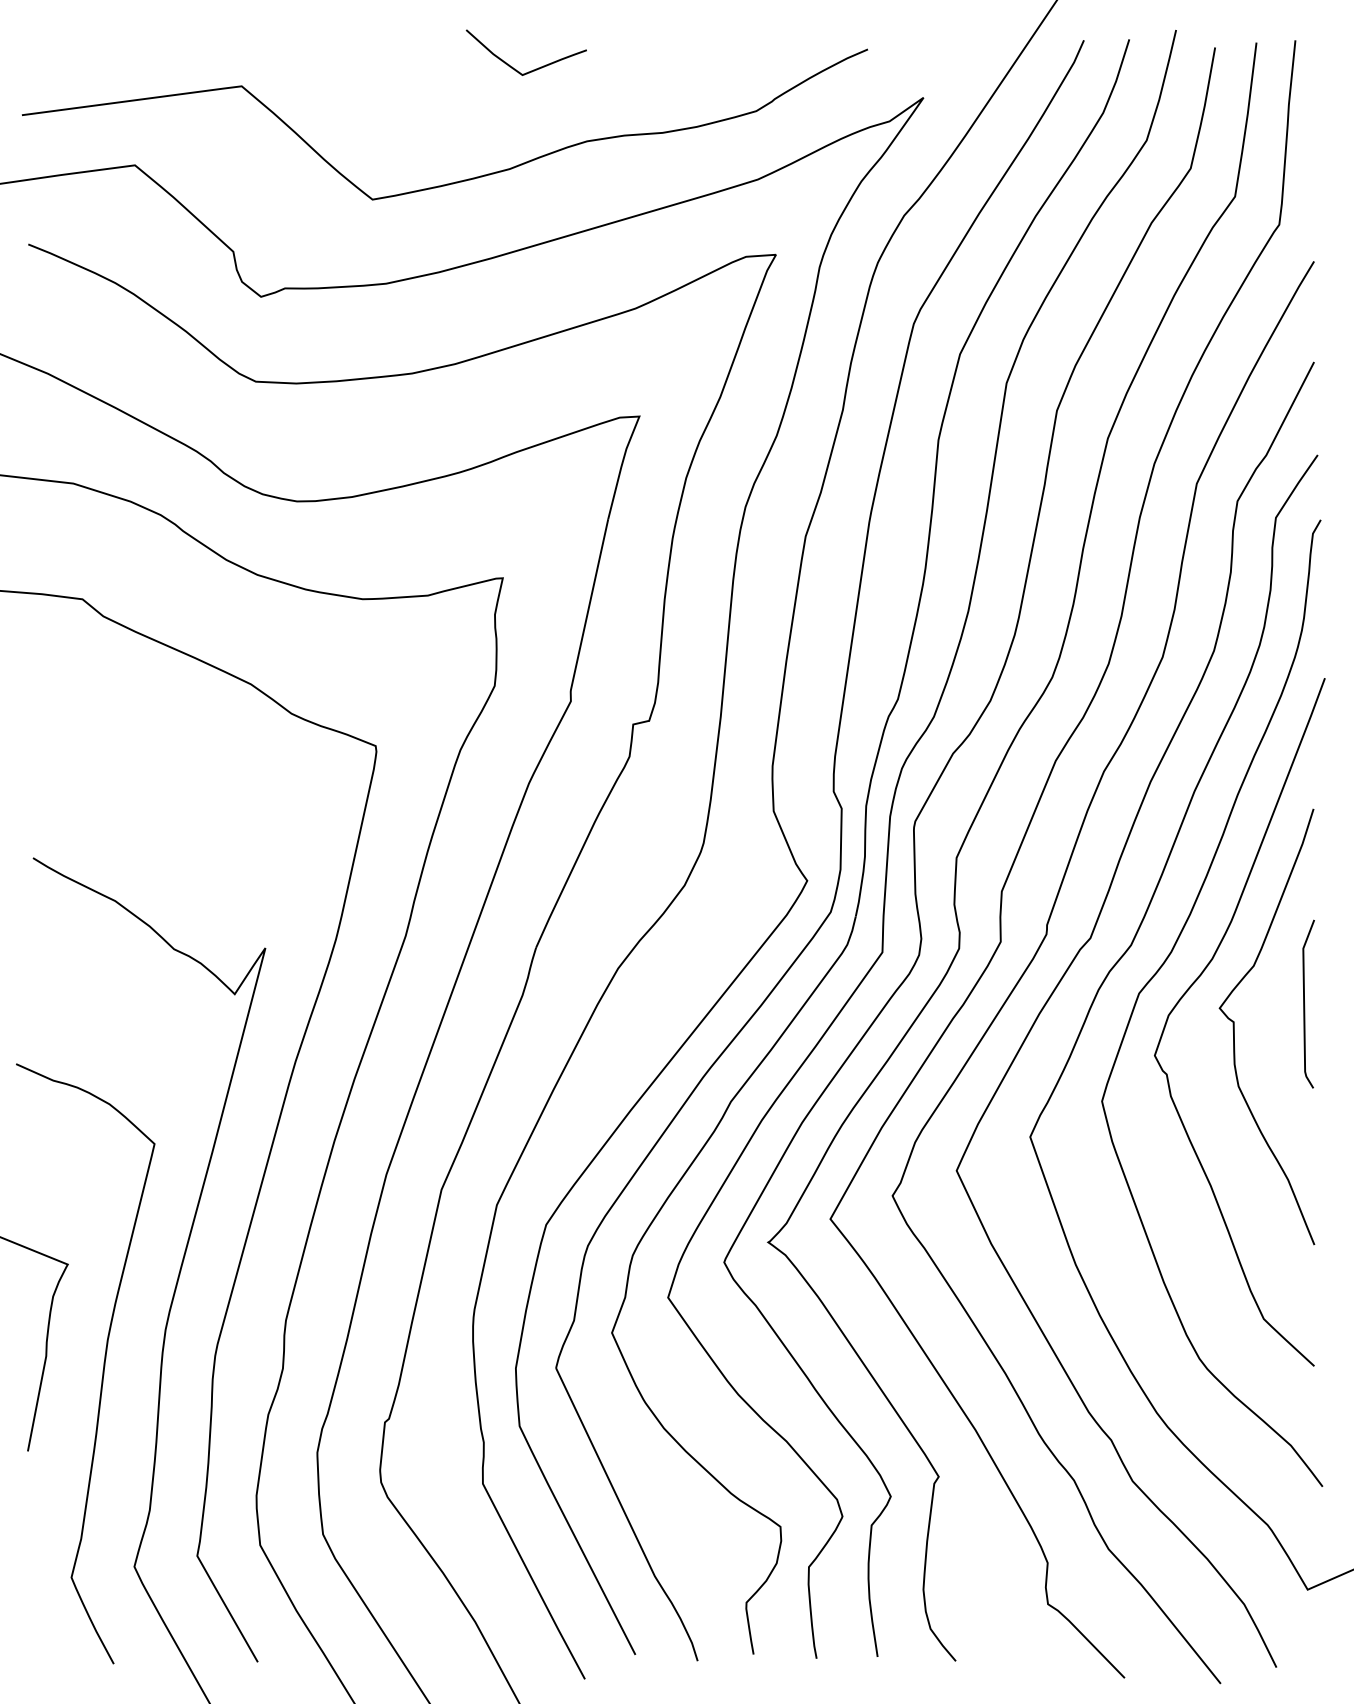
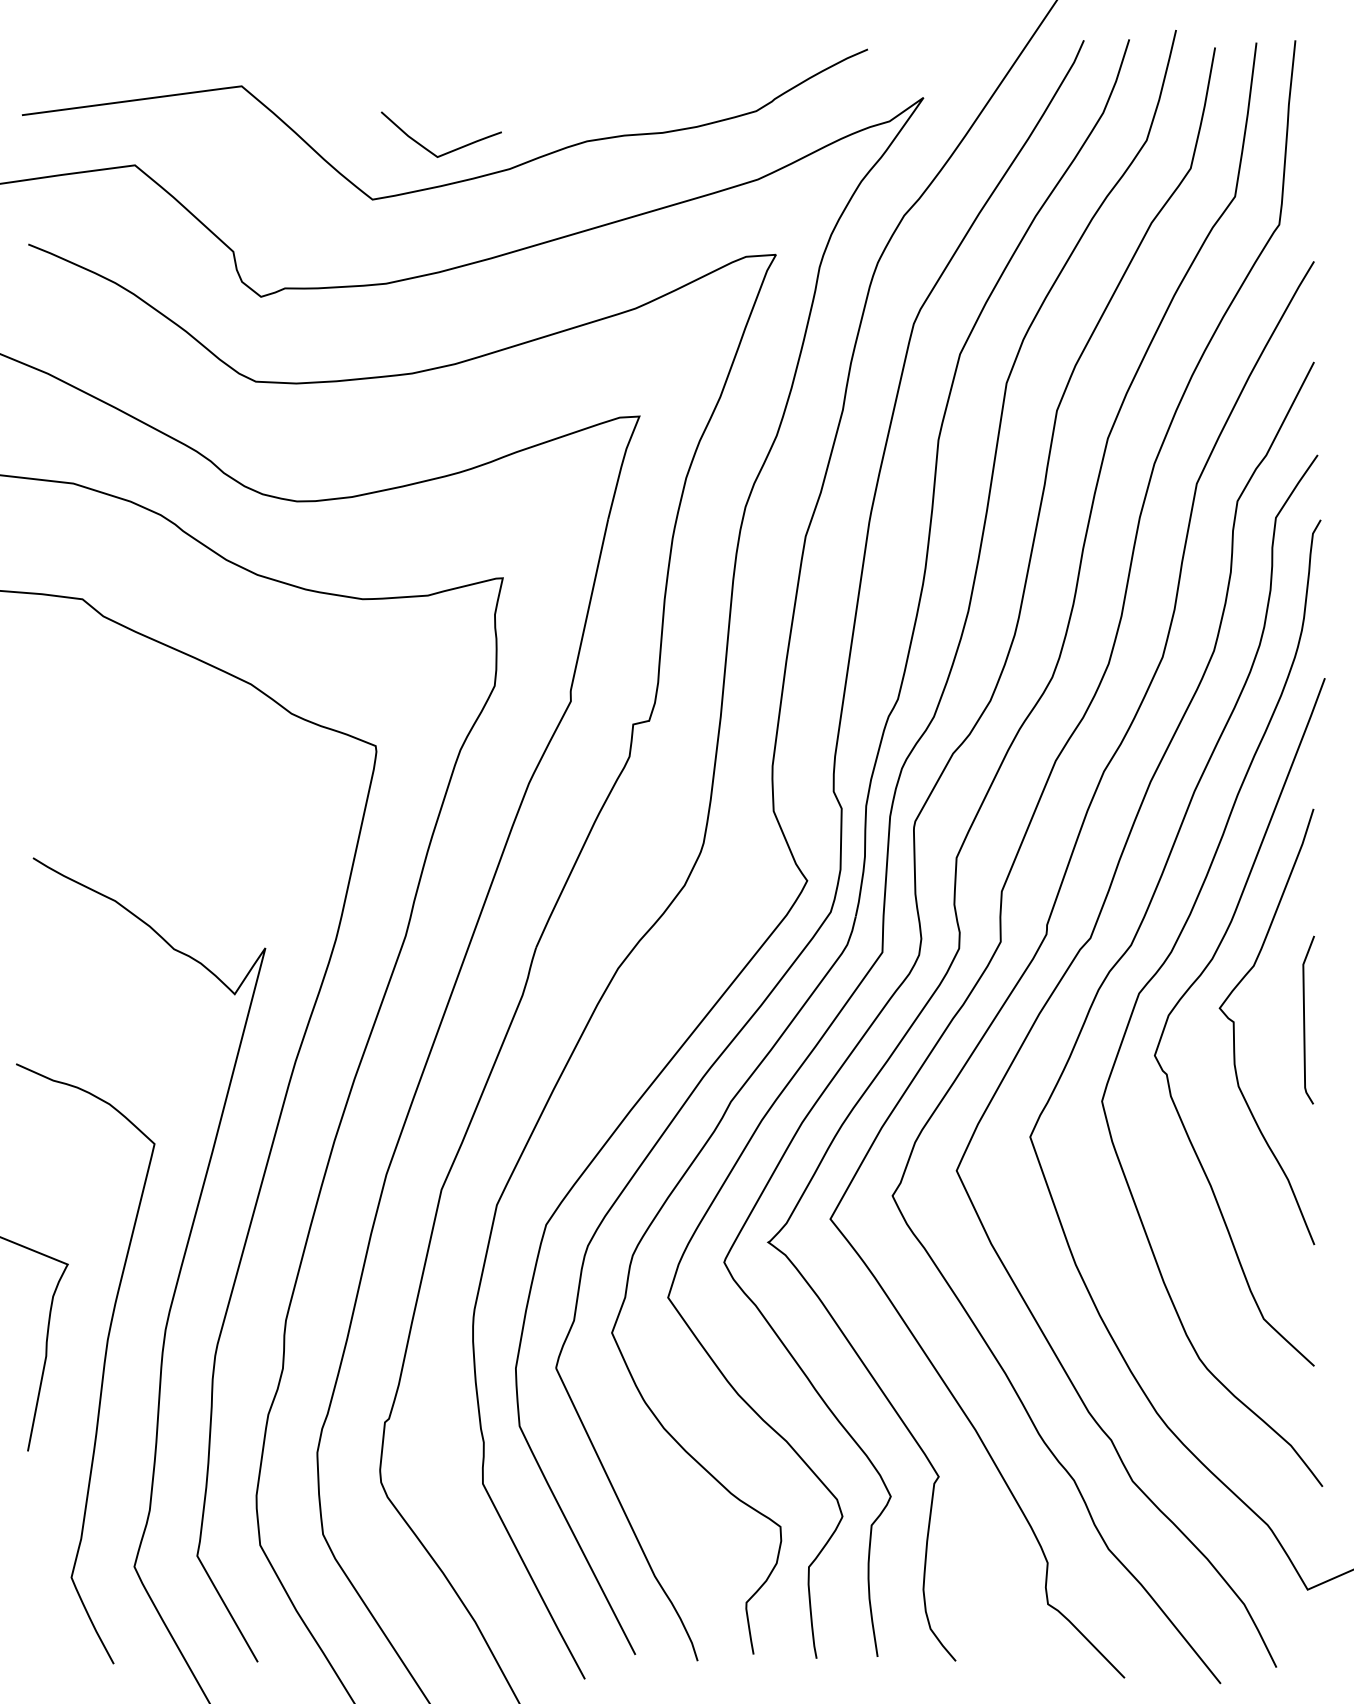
curve at (533, 69) position: (533, 69) -> (448, 151)
line at (1305, 1005) position: (1305, 1005) -> (1305, 1021)
